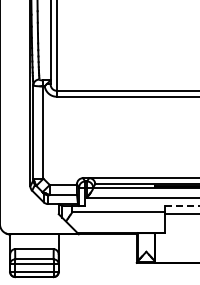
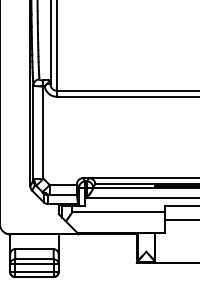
line at (182, 206): dashed -> solid
line at (180, 214) position: (180, 214) -> (180, 220)
